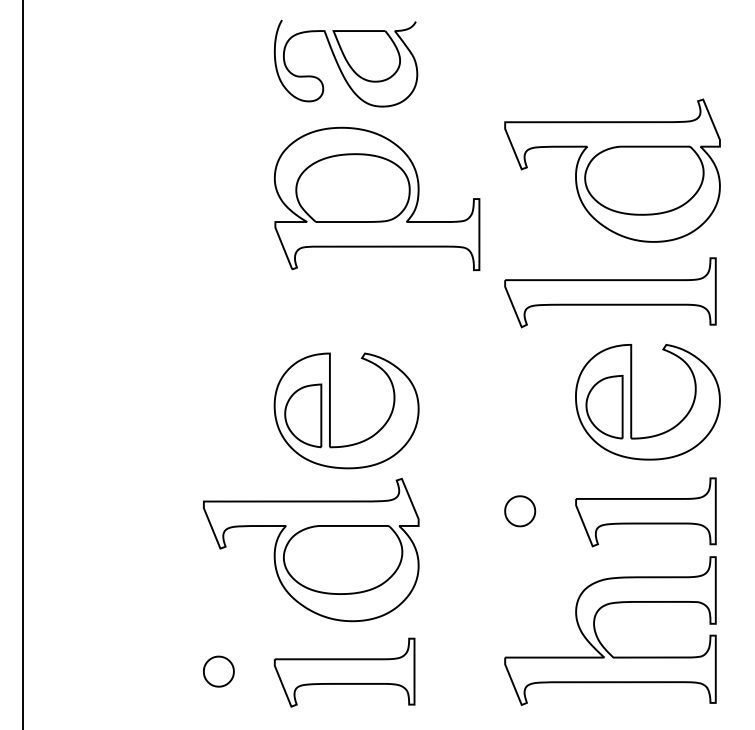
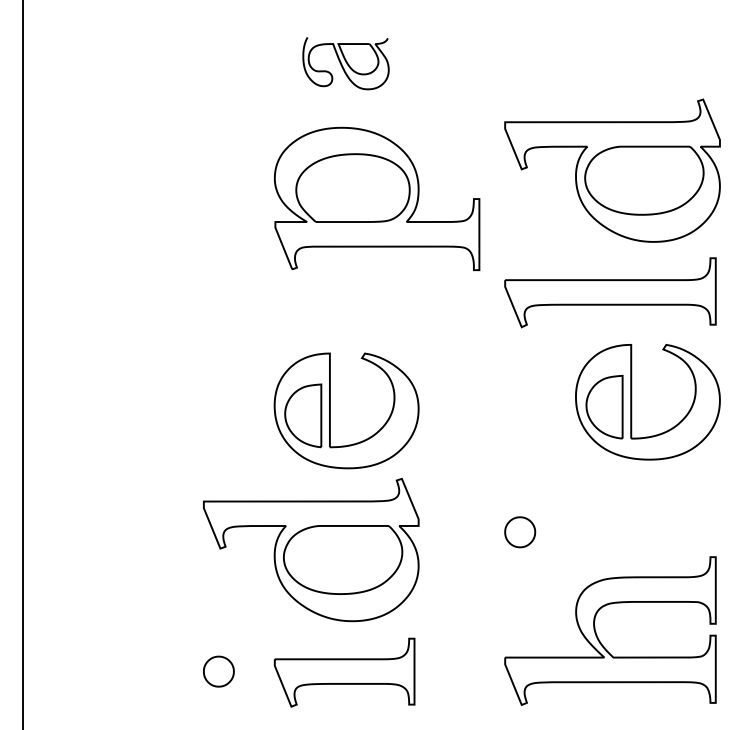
part at (345, 63) size: 146x89 px -> 88x54 px
part at (520, 511) position: (520, 511) -> (520, 532)
part at (645, 512): present -> none
